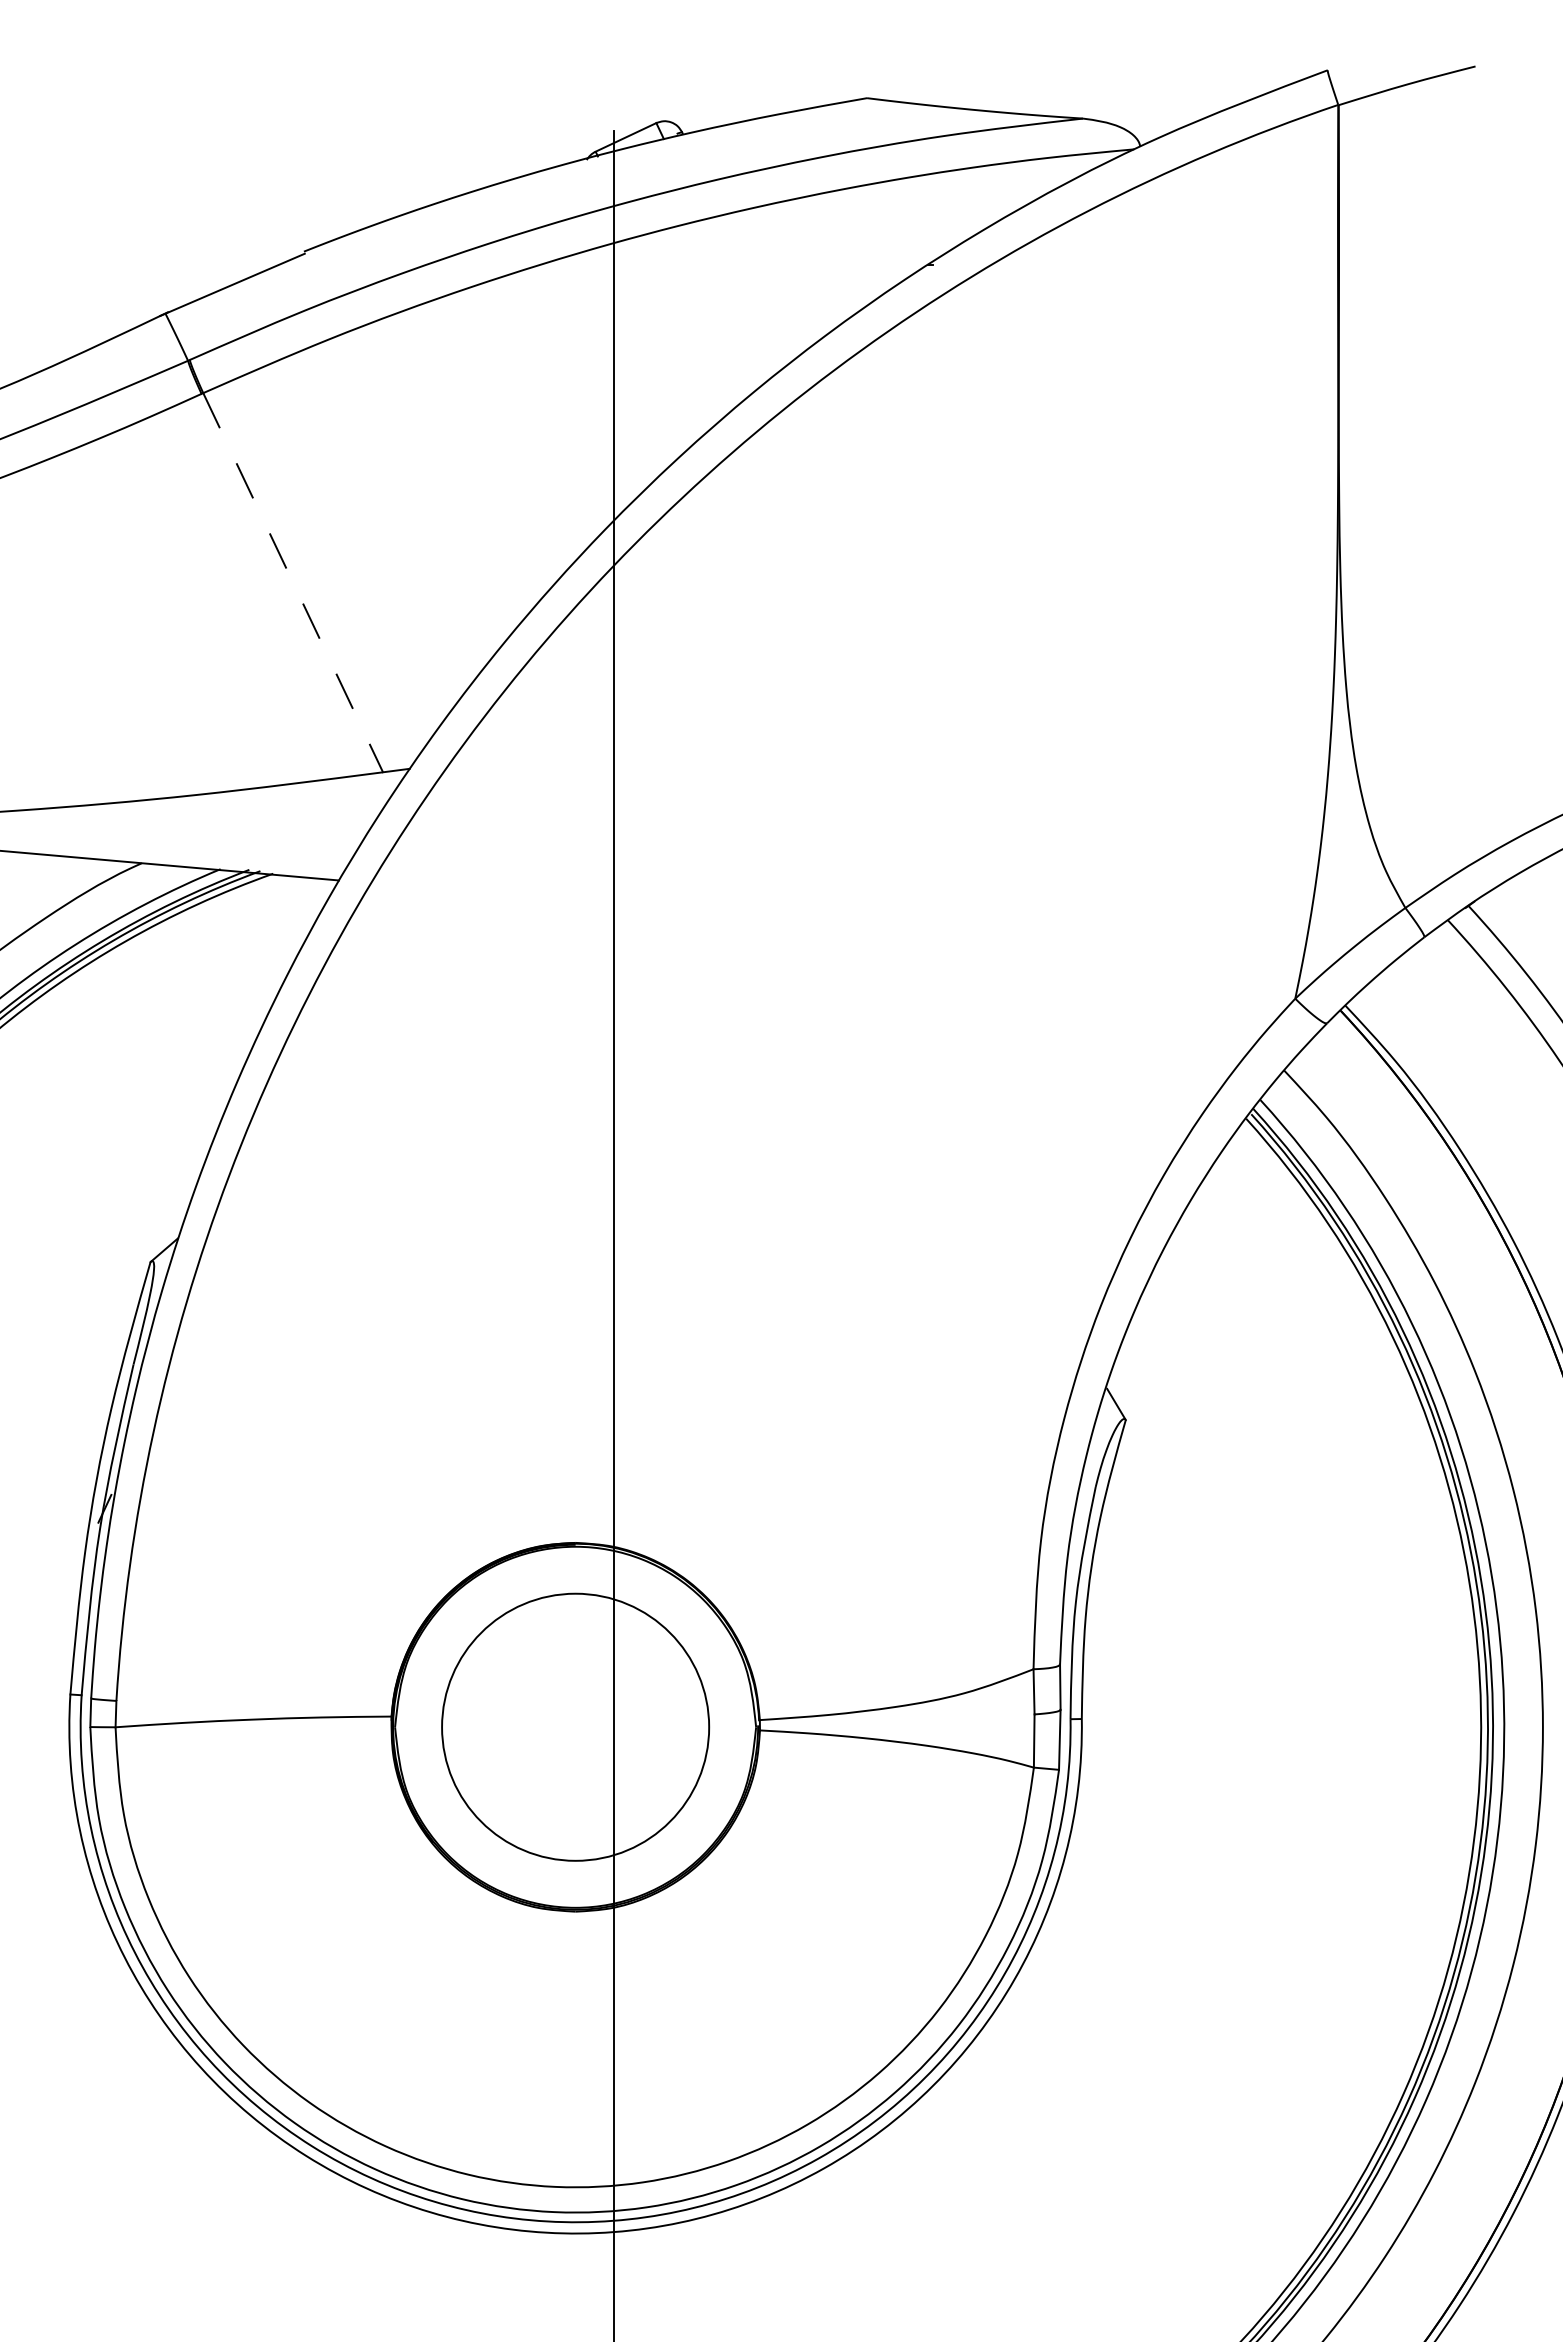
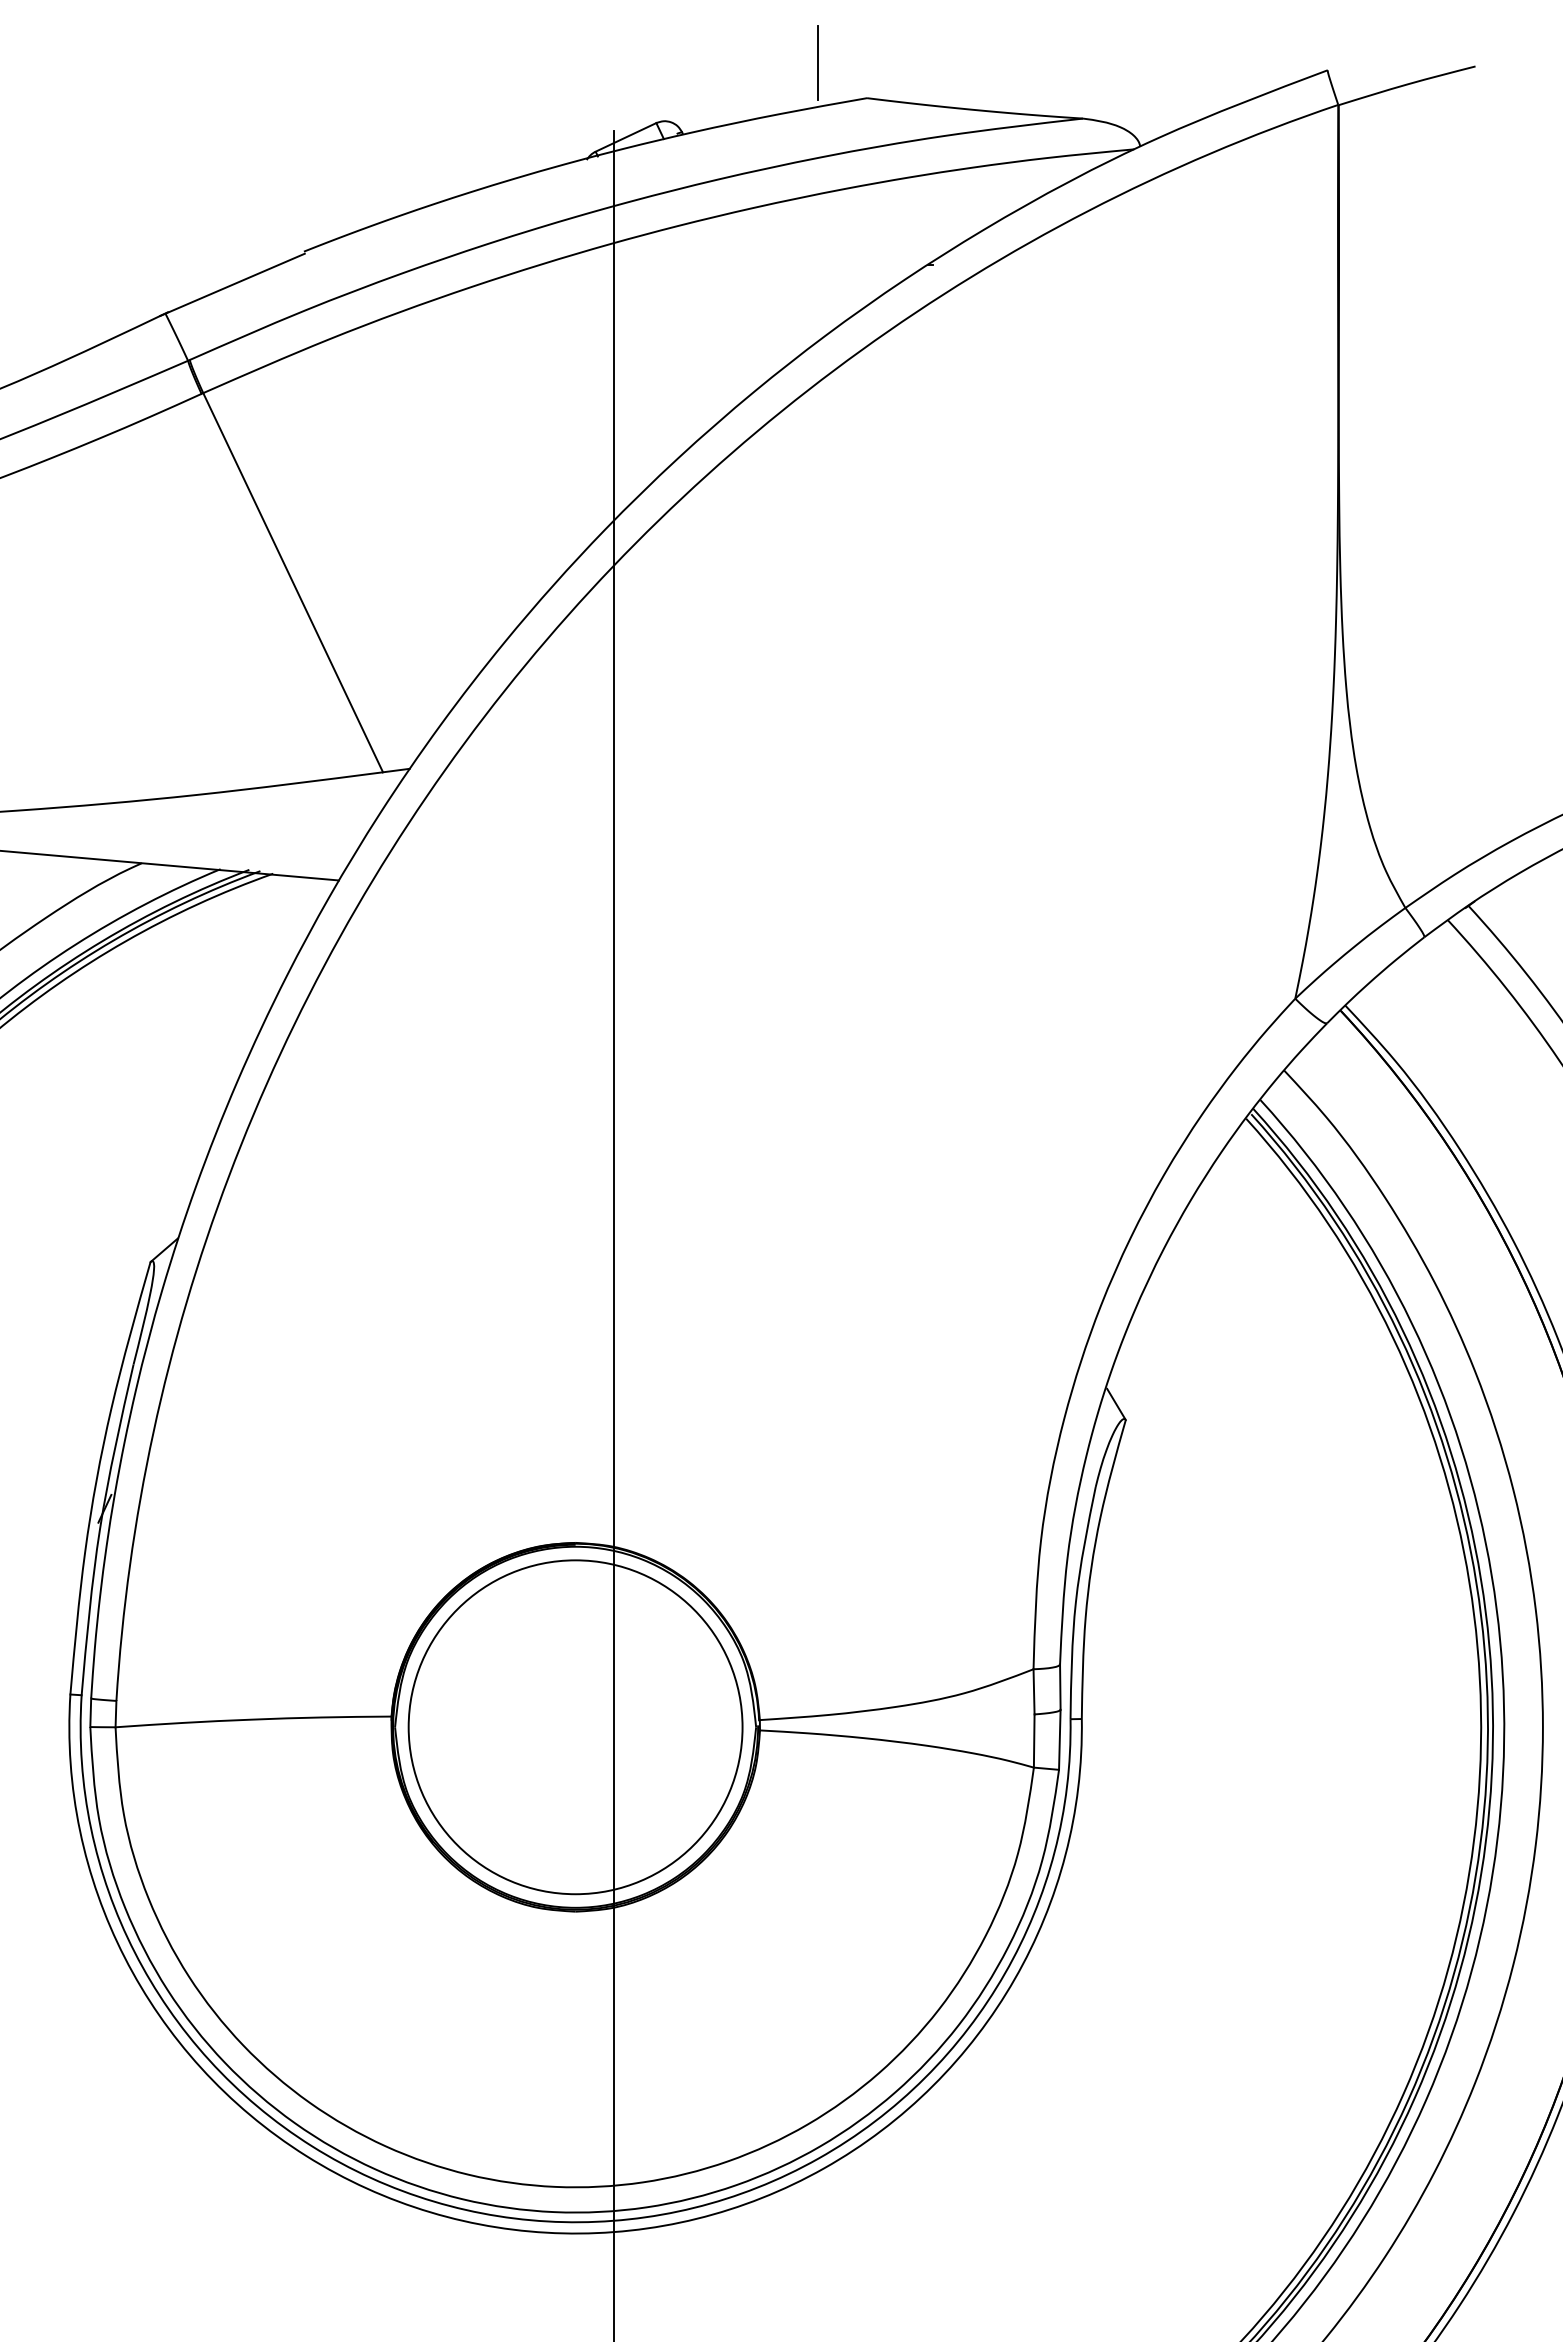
line at (818, 62): none -> present
line at (293, 582): dashed -> solid
circle at (575, 1726) diameter: 267 px -> 334 px
